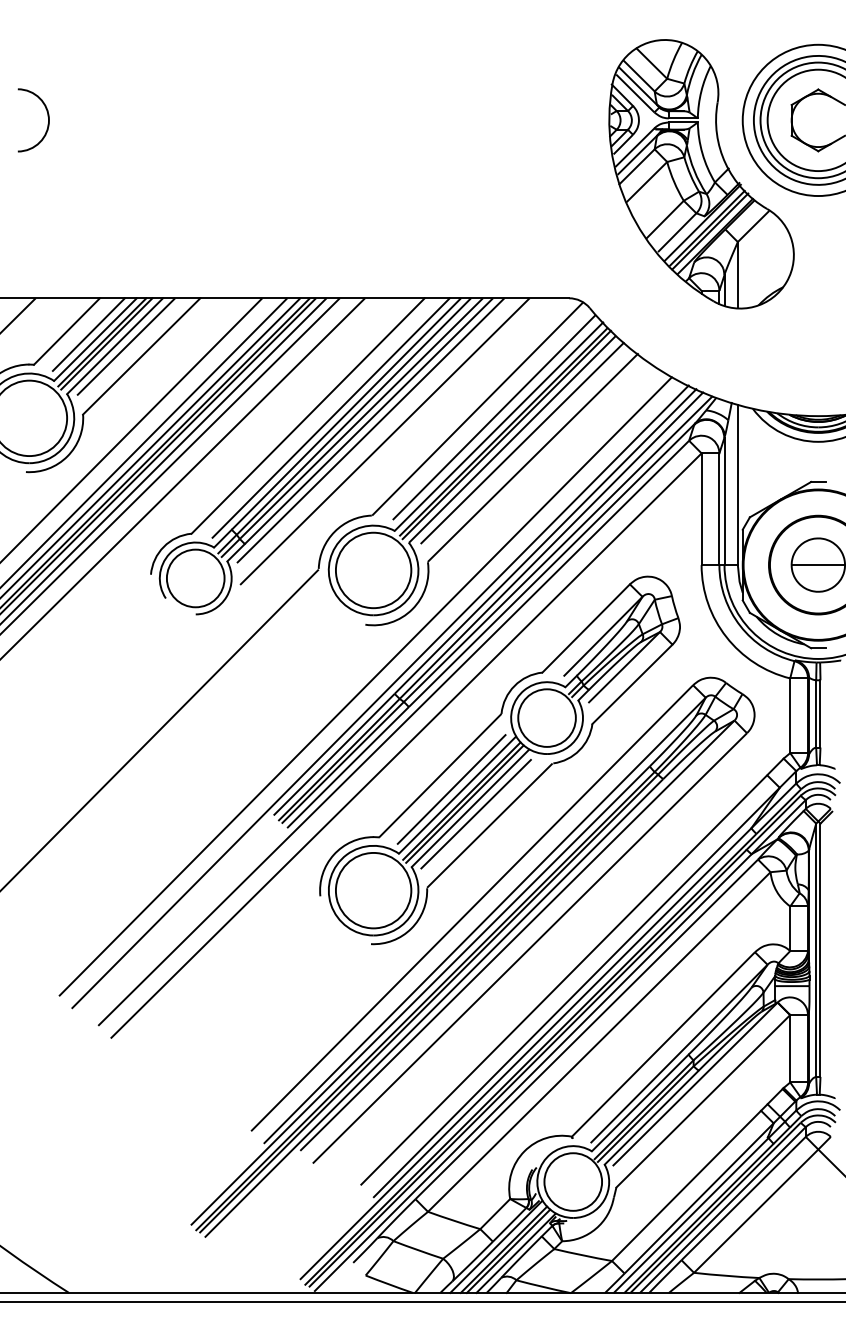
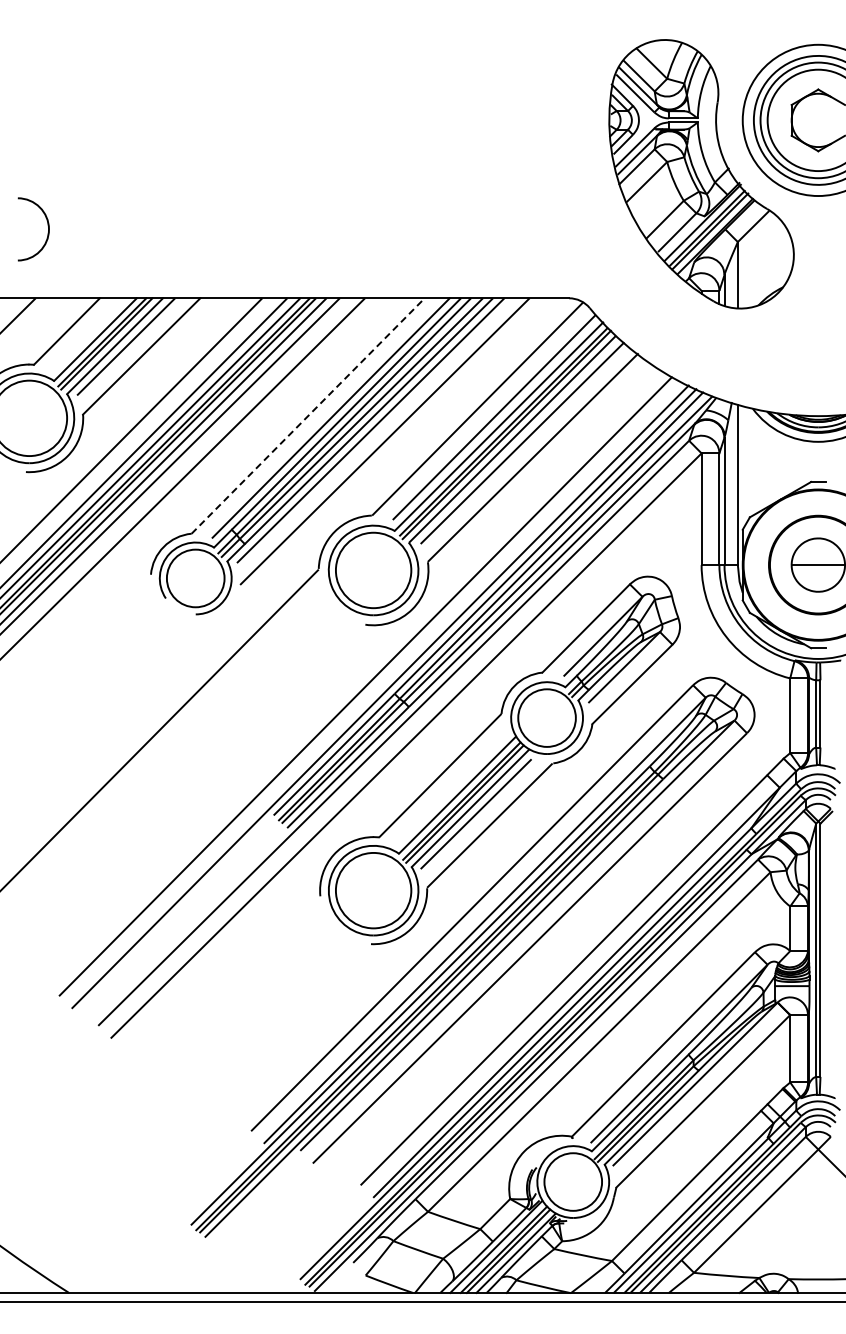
arc at (47, 116) position: (47, 116) -> (47, 225)
line at (88, 334): present -> none
line at (308, 416): solid -> dashed
line at (451, 789): present -> none
